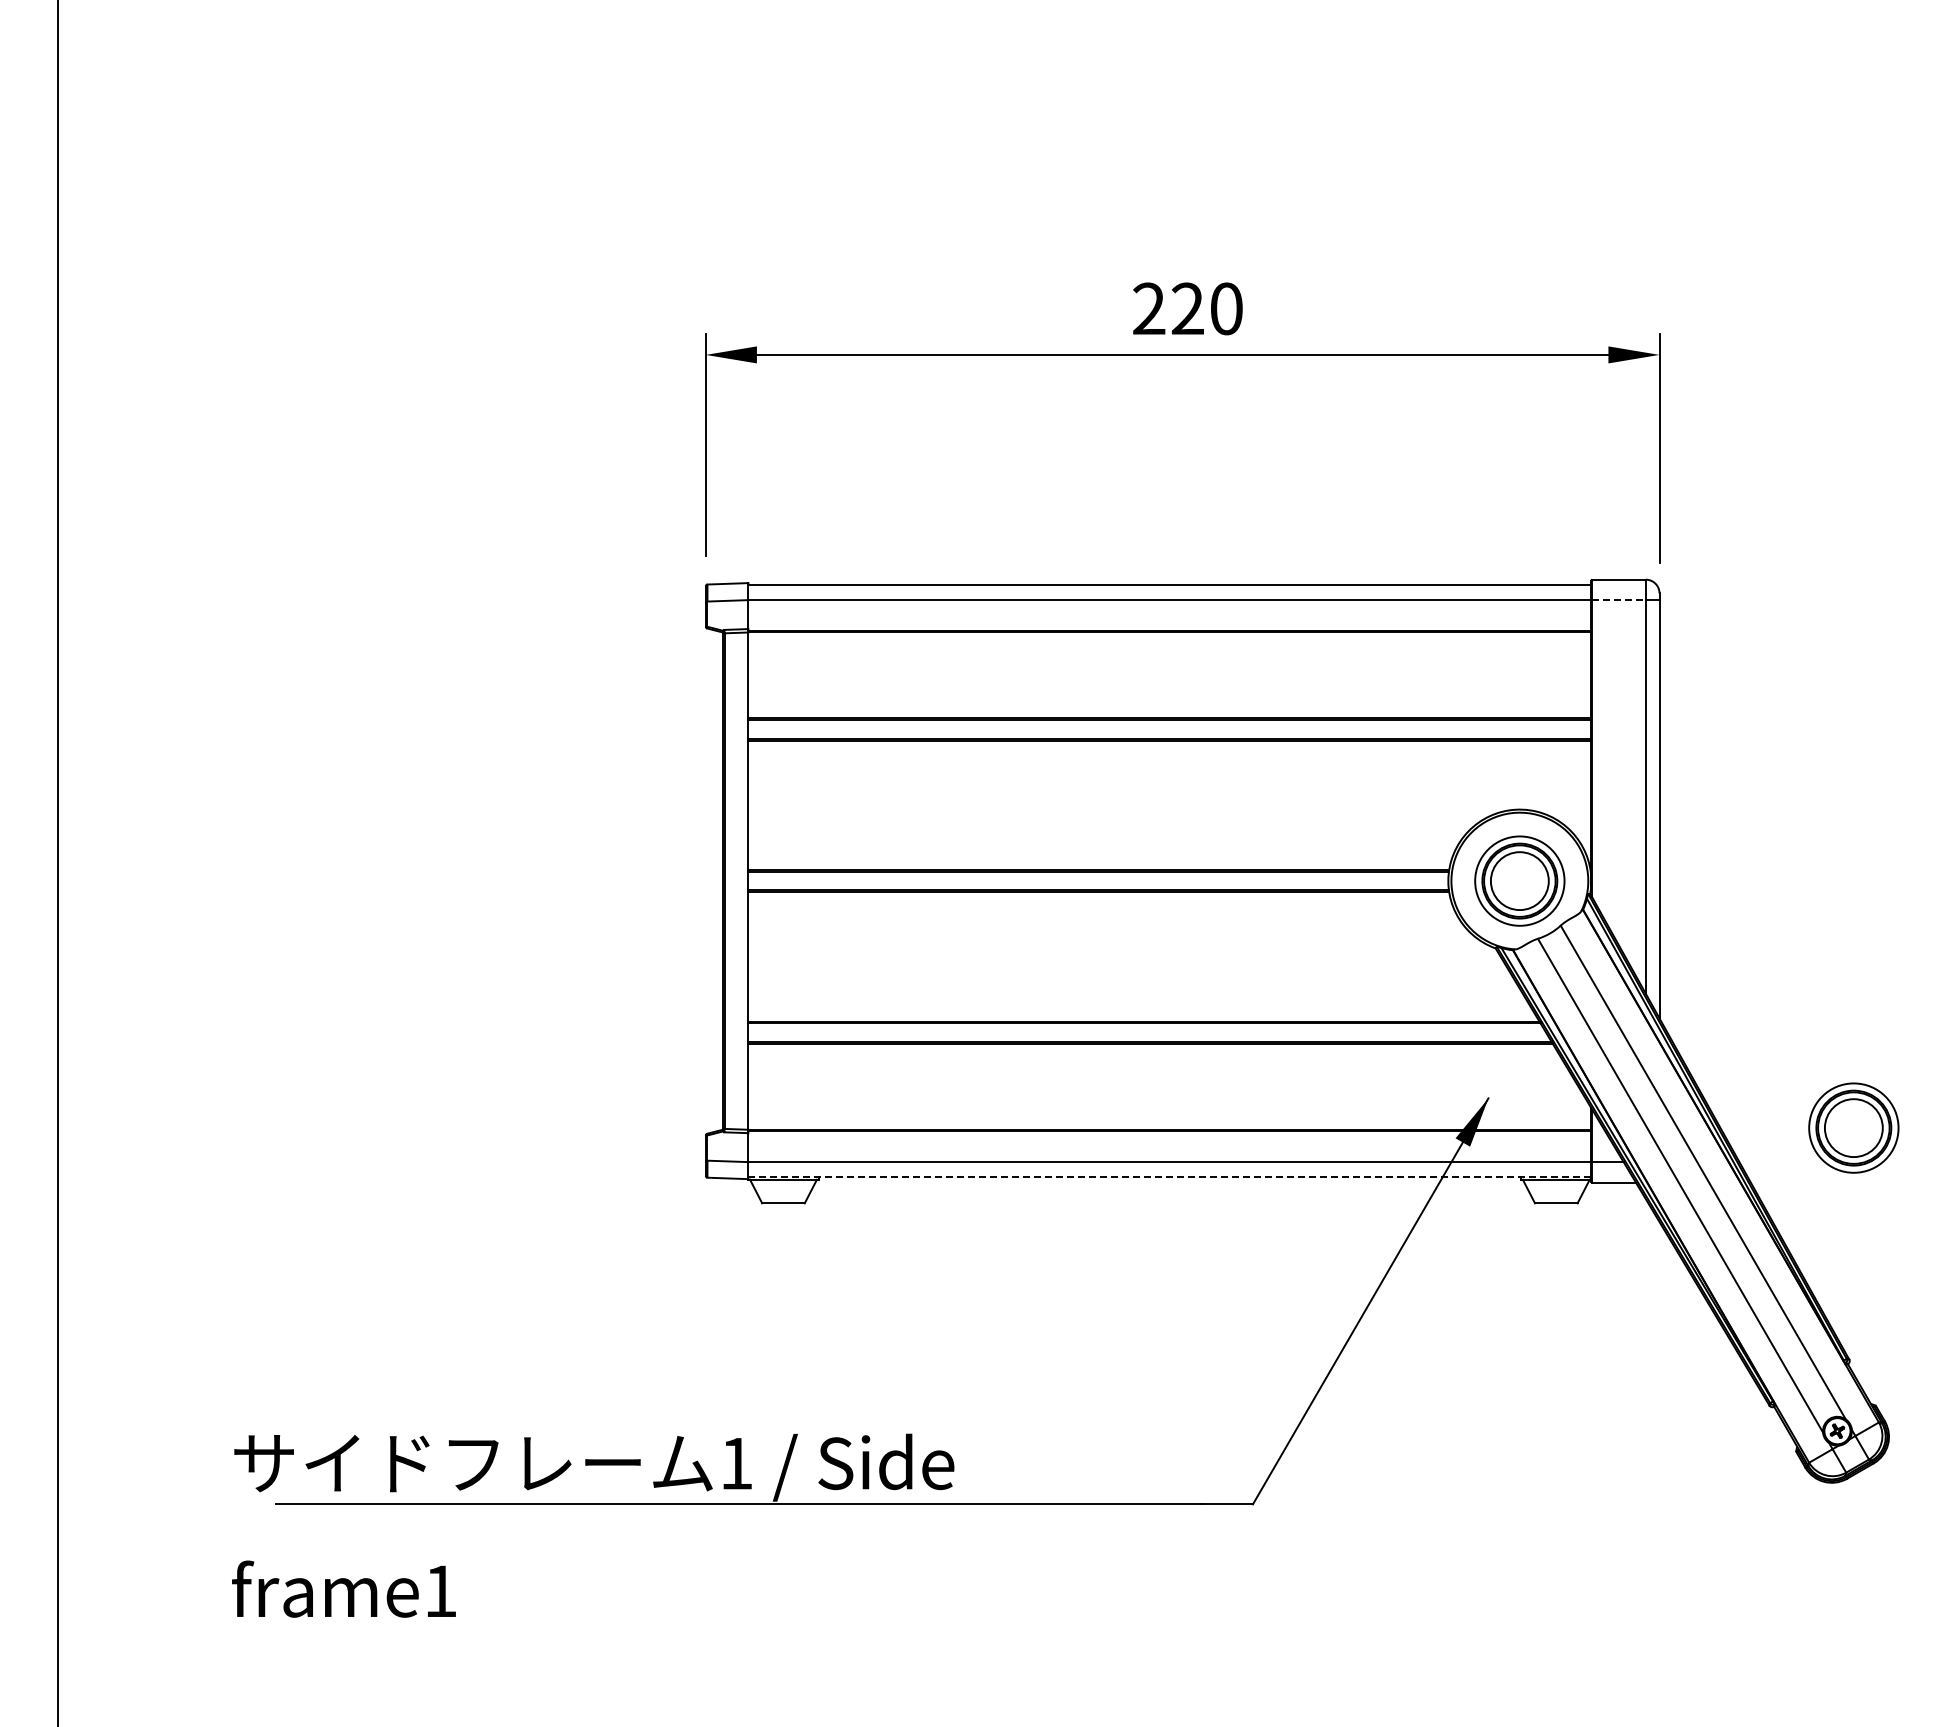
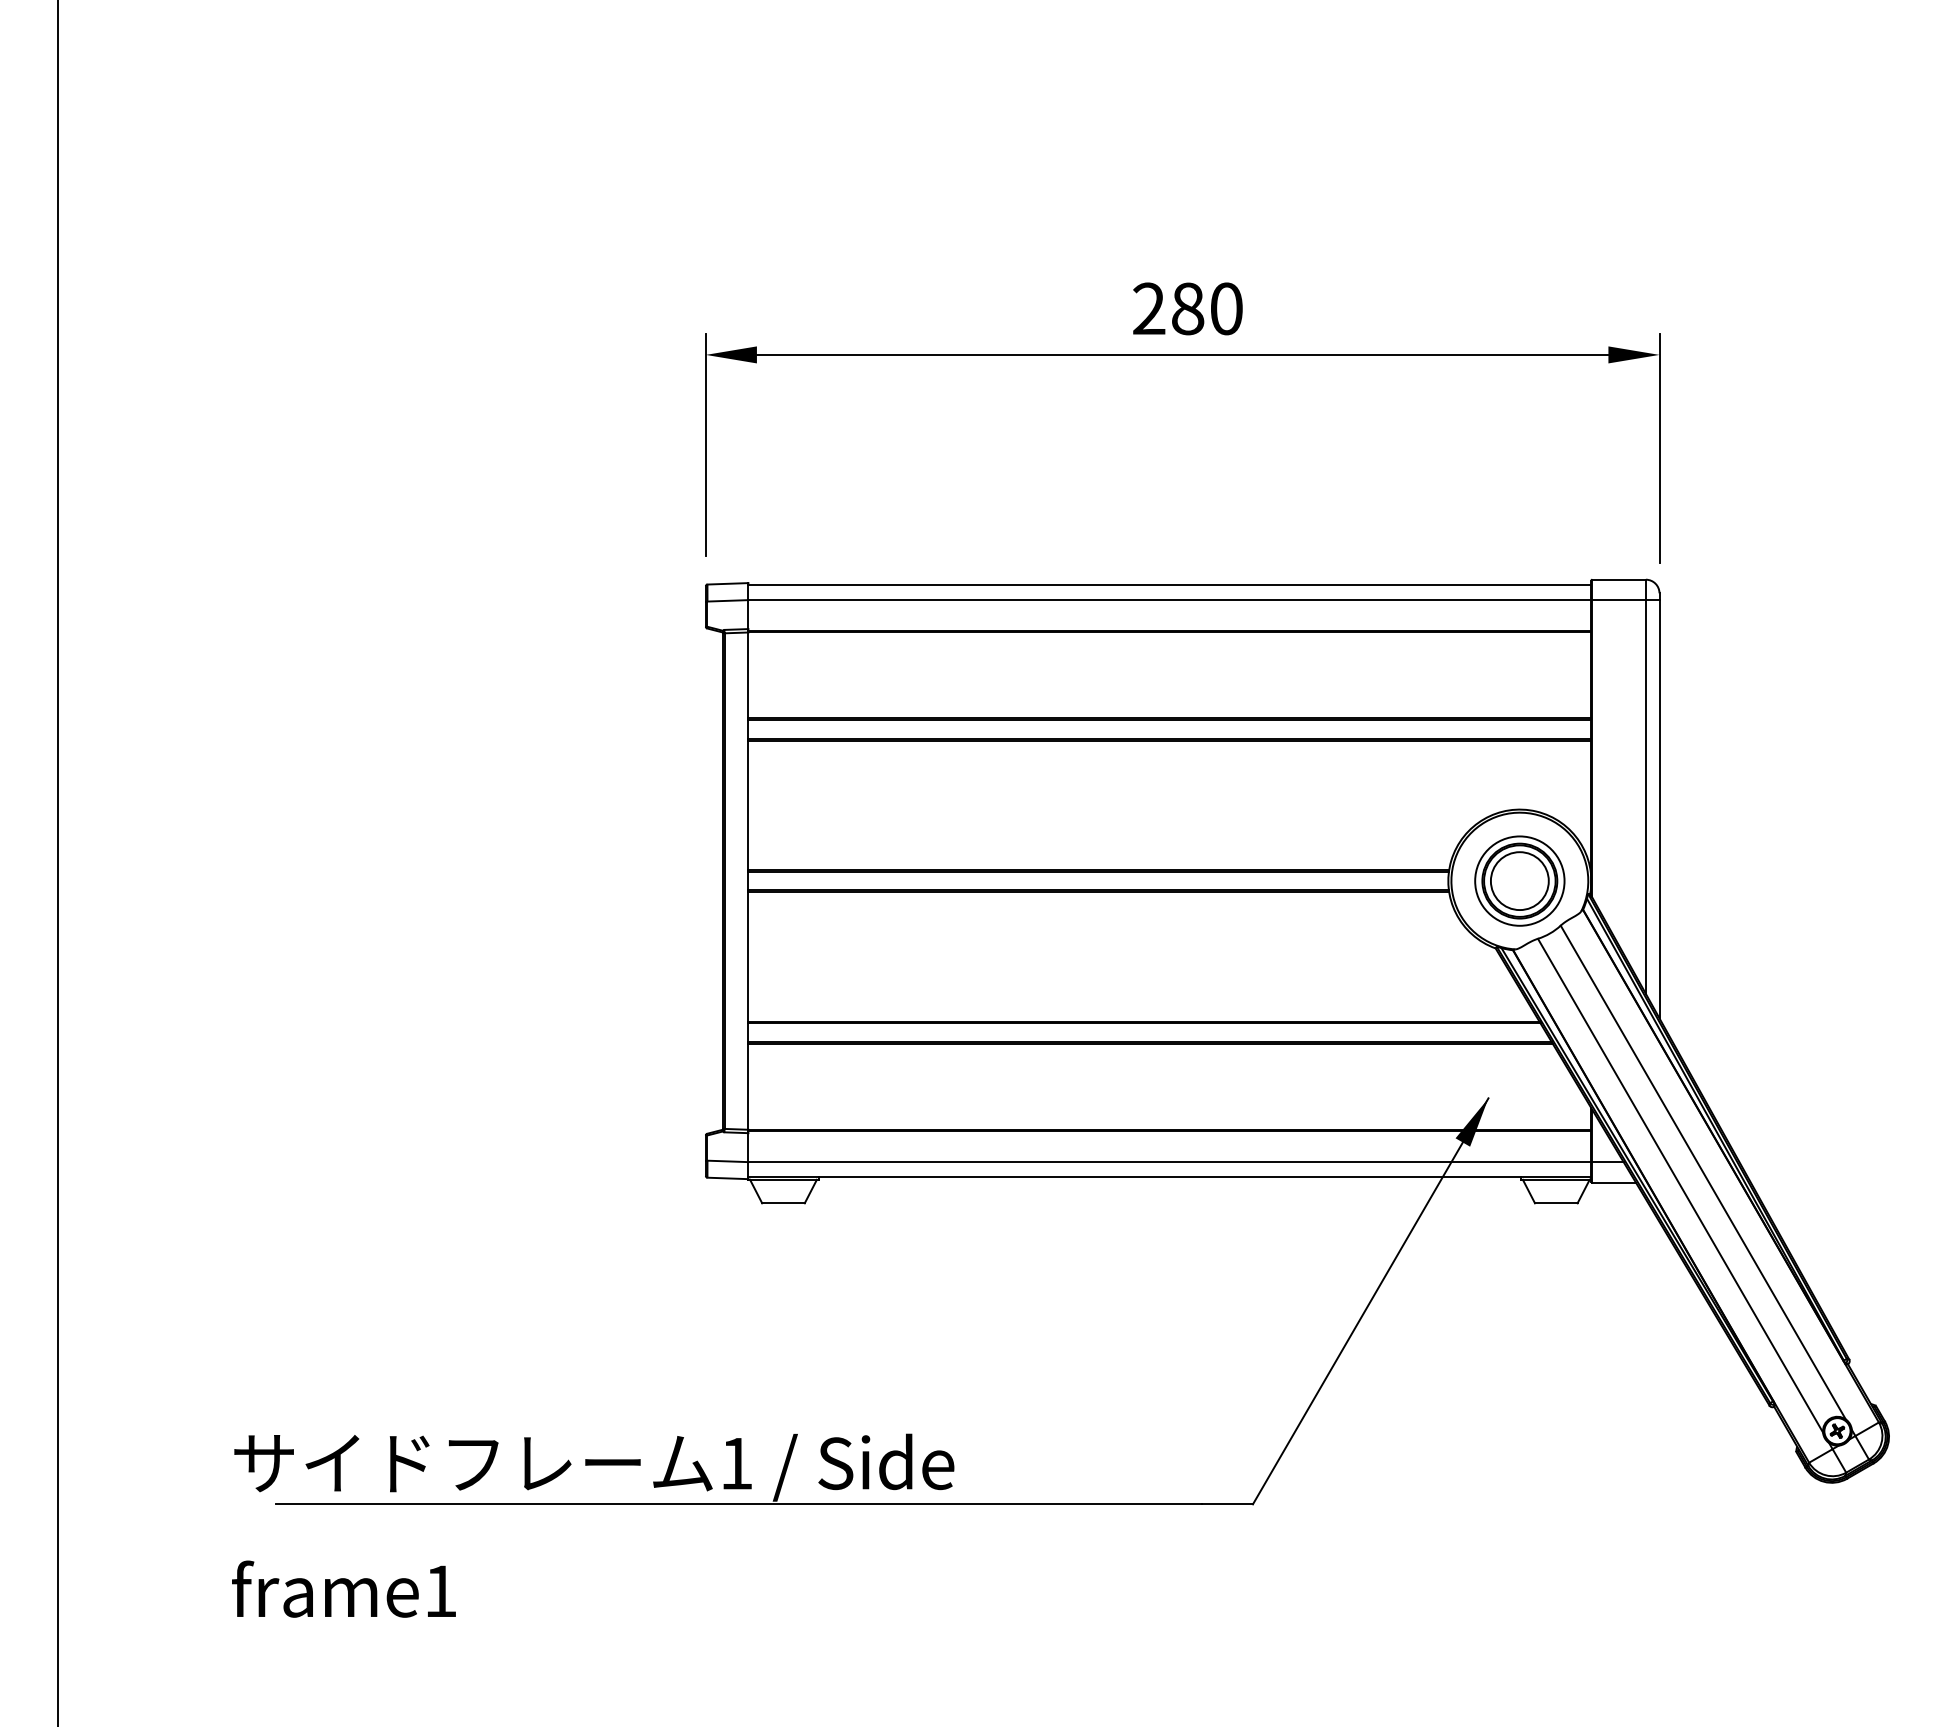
text at (1187, 308): 220 -> 280
line at (1619, 600): dashed -> solid
part at (1853, 1127): present -> none
line at (1169, 1177): dashed -> solid
